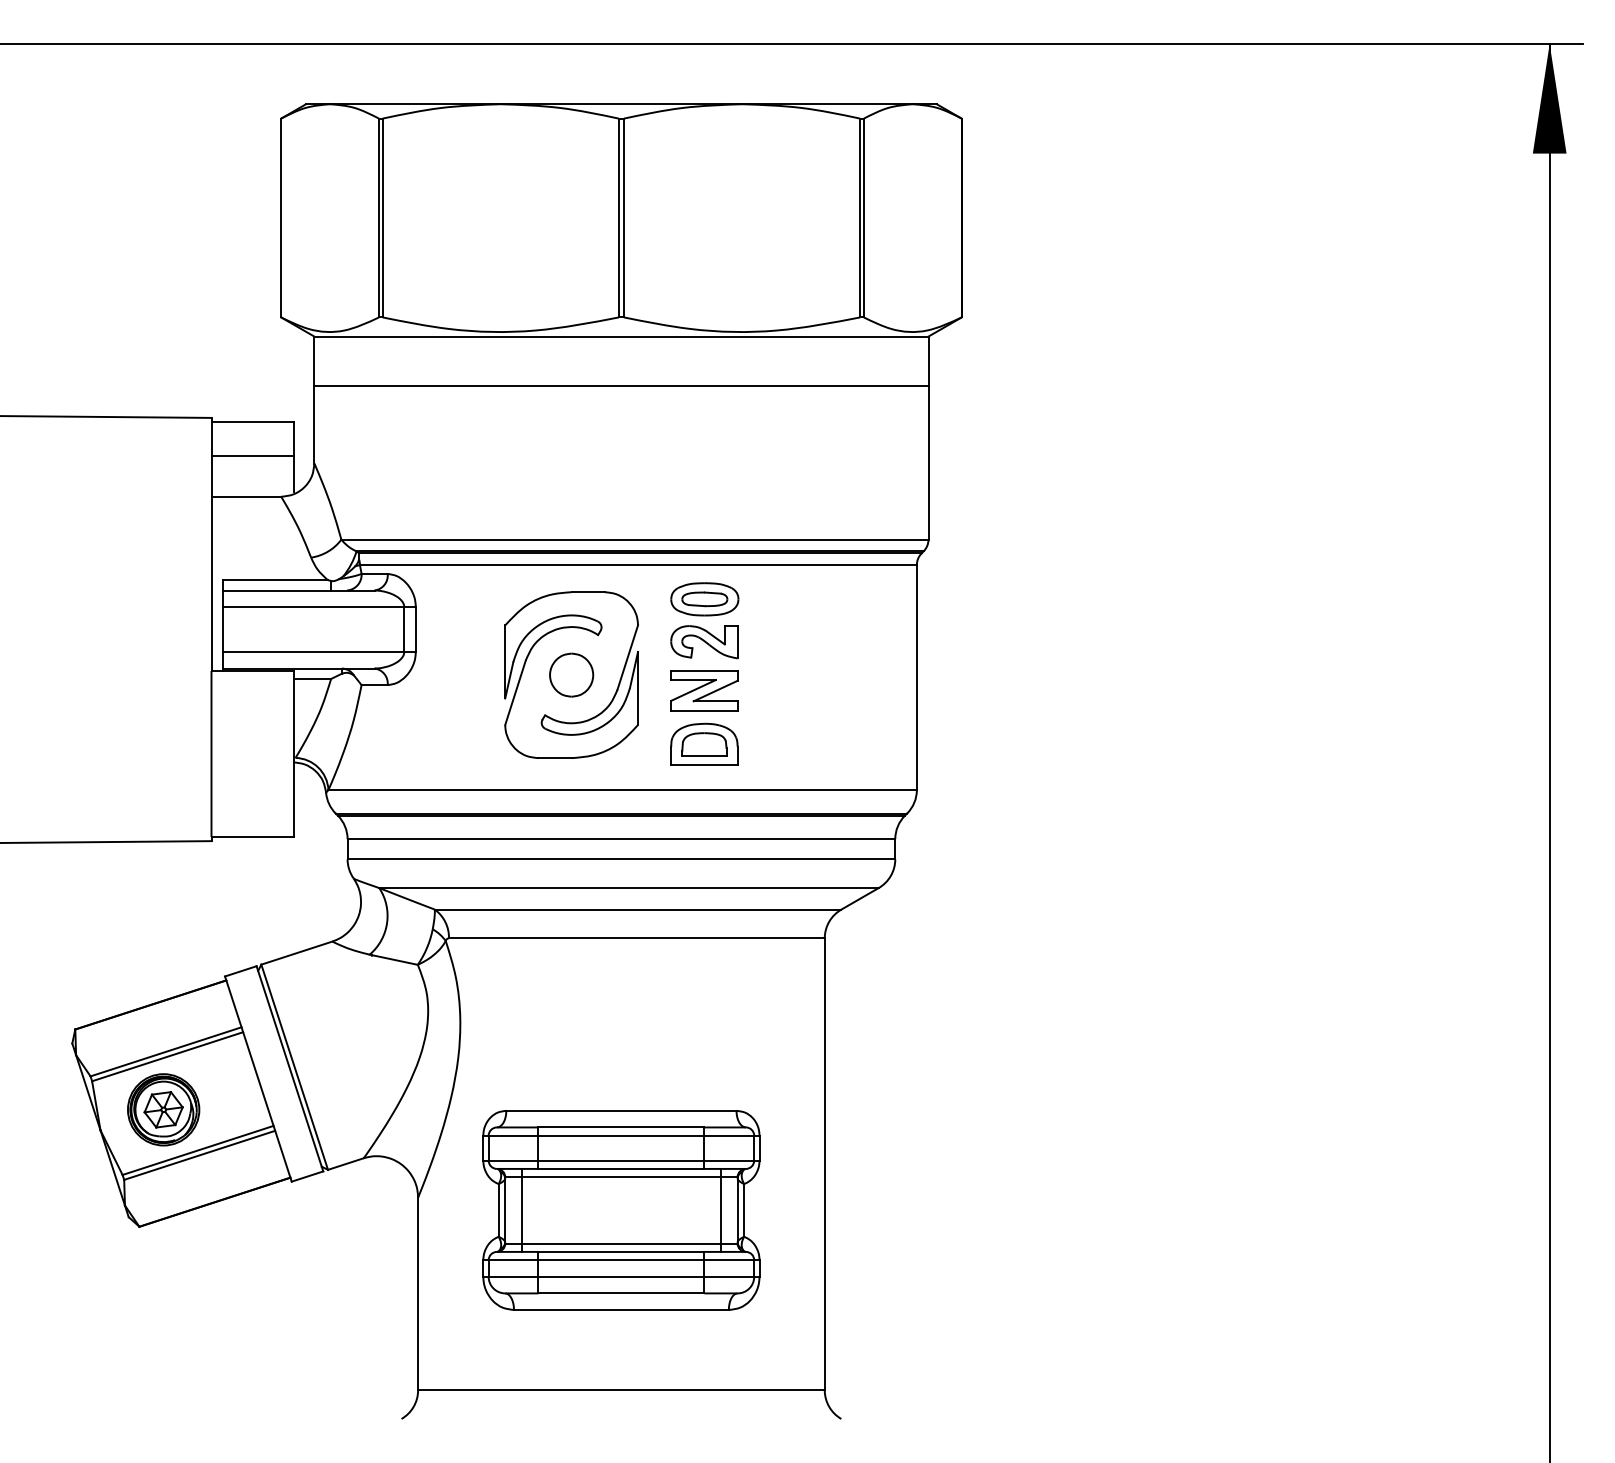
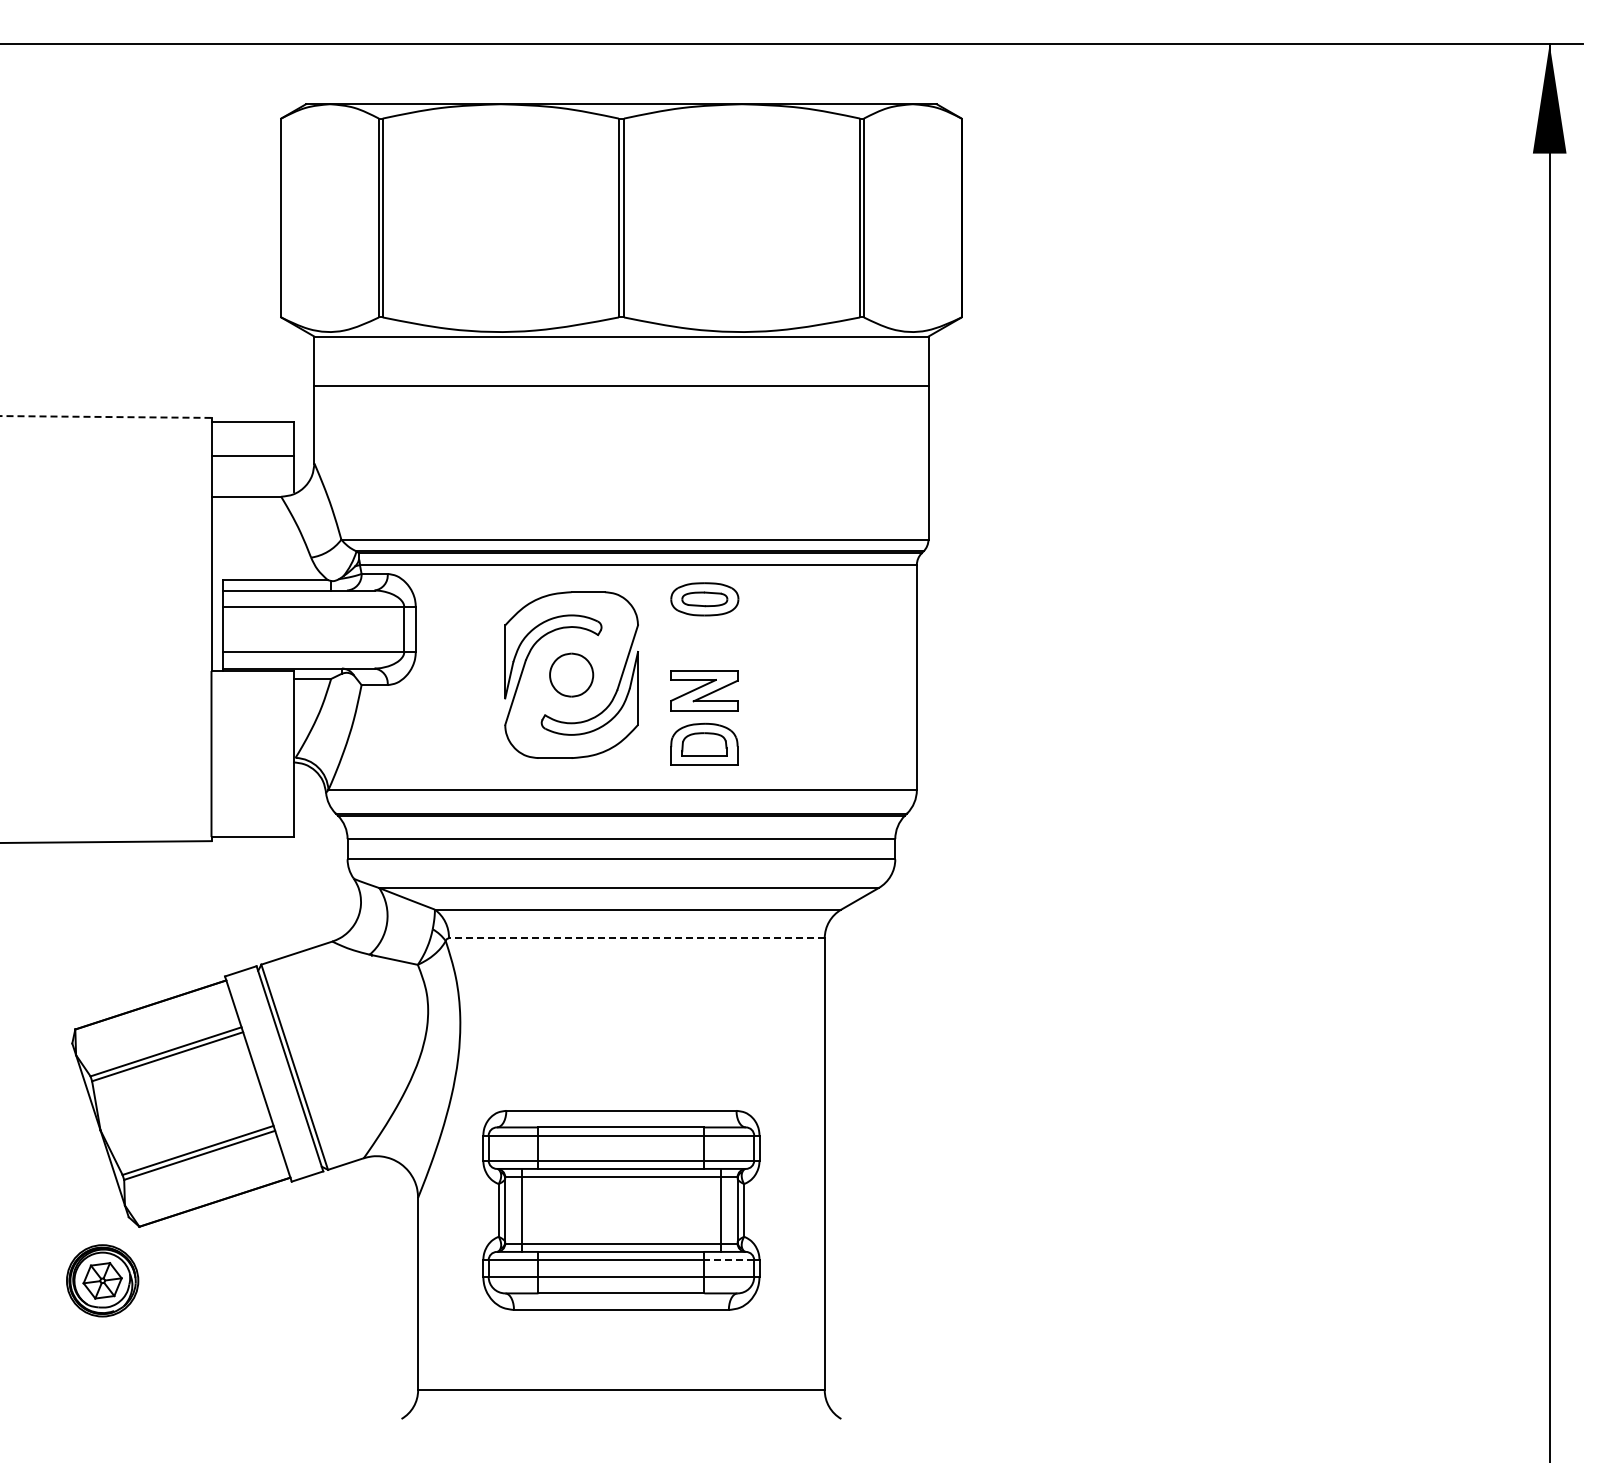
line at (105, 416): solid -> dashed
part at (704, 642): present -> none
line at (636, 938): solid -> dashed
part at (163, 1109) position: (163, 1109) -> (102, 1280)
line at (729, 1260): solid -> dashed
